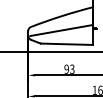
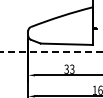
line at (61, 29): present -> none
line at (51, 51): solid -> dashed
text at (66, 69): 93 -> 33
